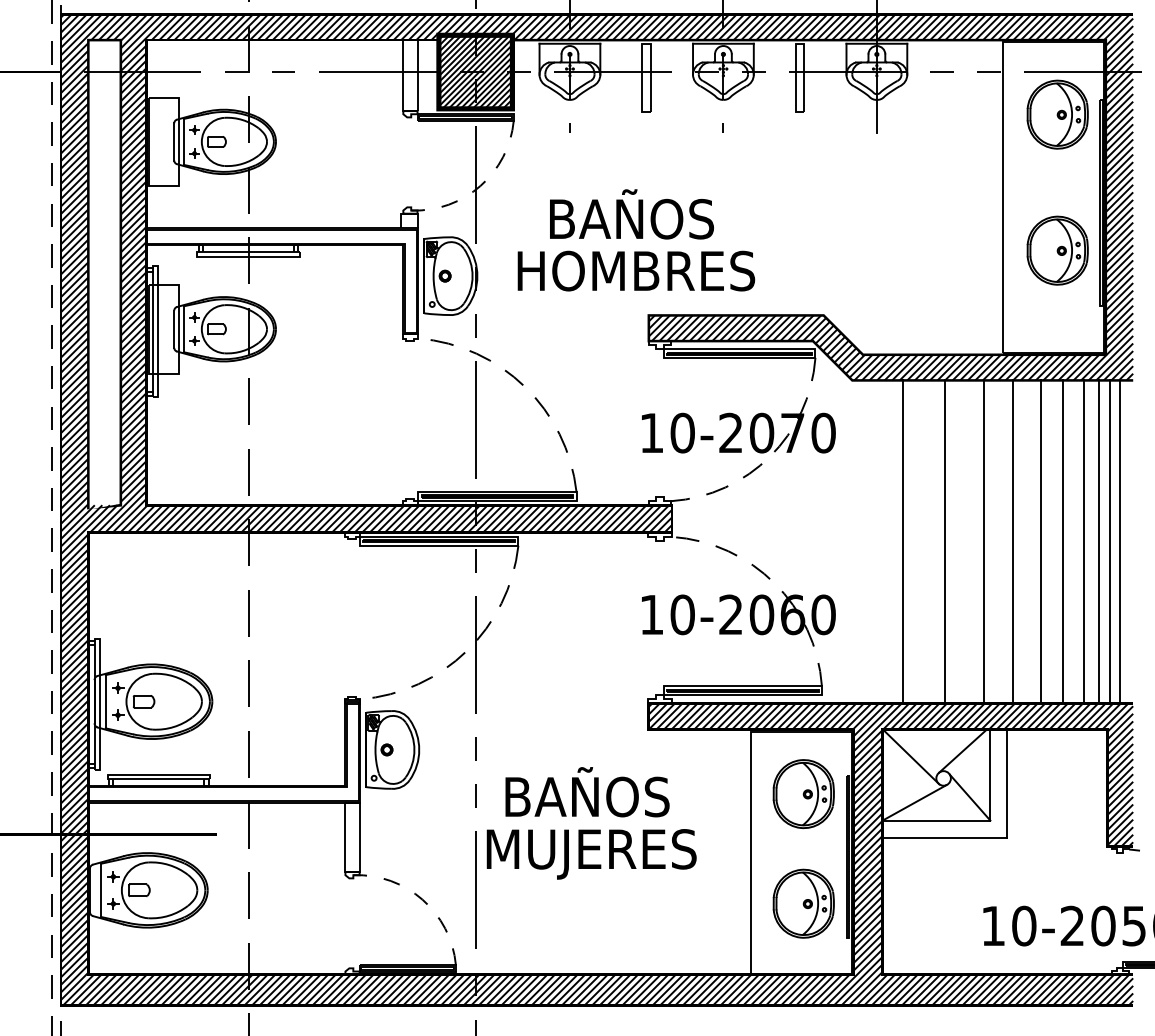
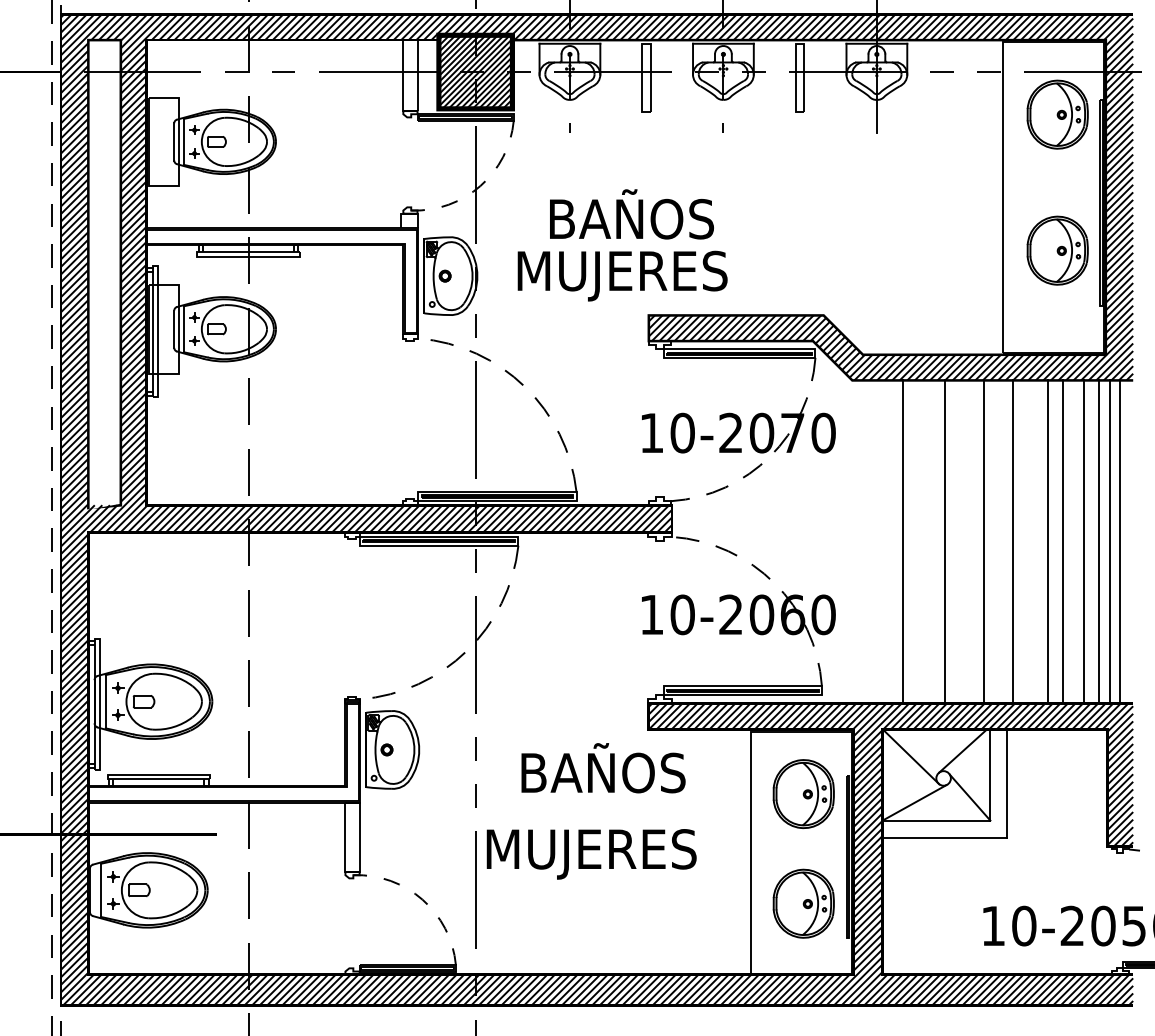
text at (638, 275): HOMBRES -> MUJERES
line at (1040, 541) position: (1040, 541) -> (1047, 541)
text at (587, 792) position: (587, 792) -> (603, 768)
